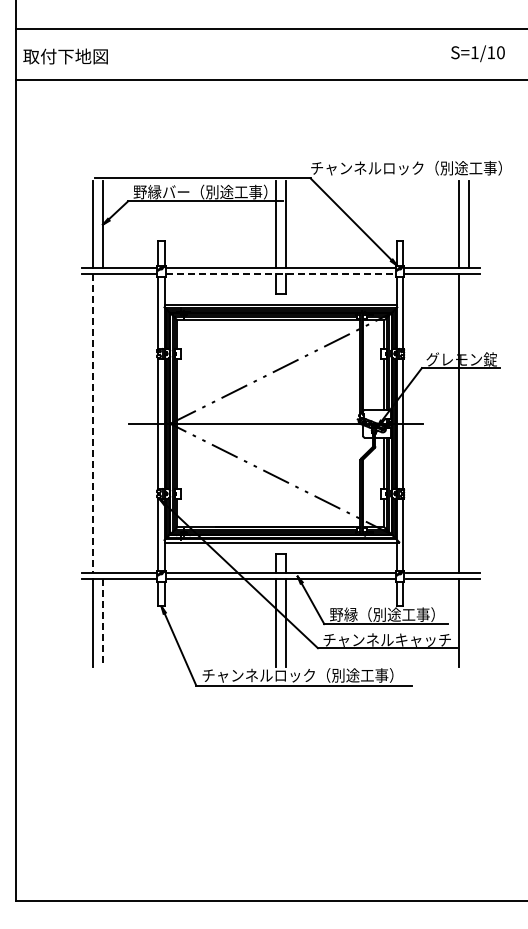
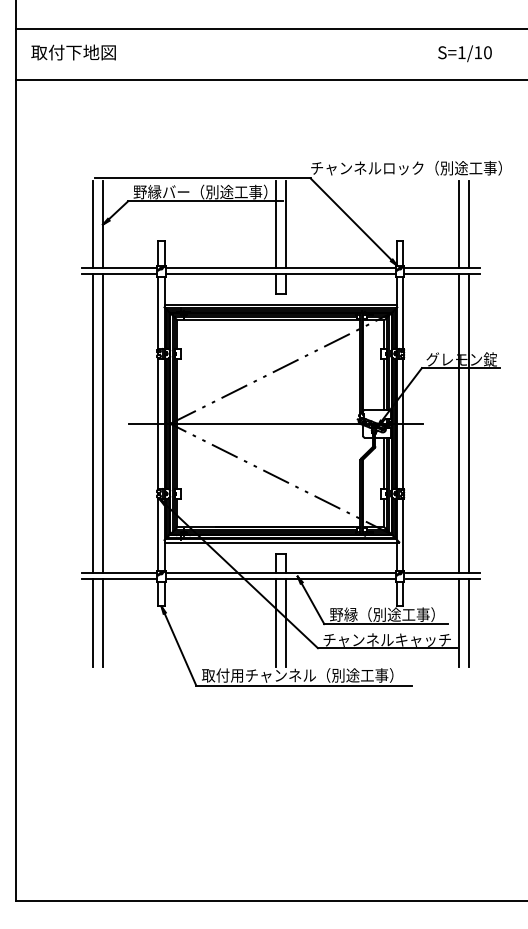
text at (477, 53) position: (477, 53) -> (464, 53)
text at (65, 56) position: (65, 56) -> (73, 52)
line at (281, 274): dashed -> solid
line at (102, 423): none -> present
line at (468, 423): none -> present
line at (92, 424): dashed -> solid
line at (102, 622): dashed -> solid
line at (468, 622): none -> present
text at (258, 675): チャンネルロック（別途工事） -> 取付用チャンネル（別途工事）
